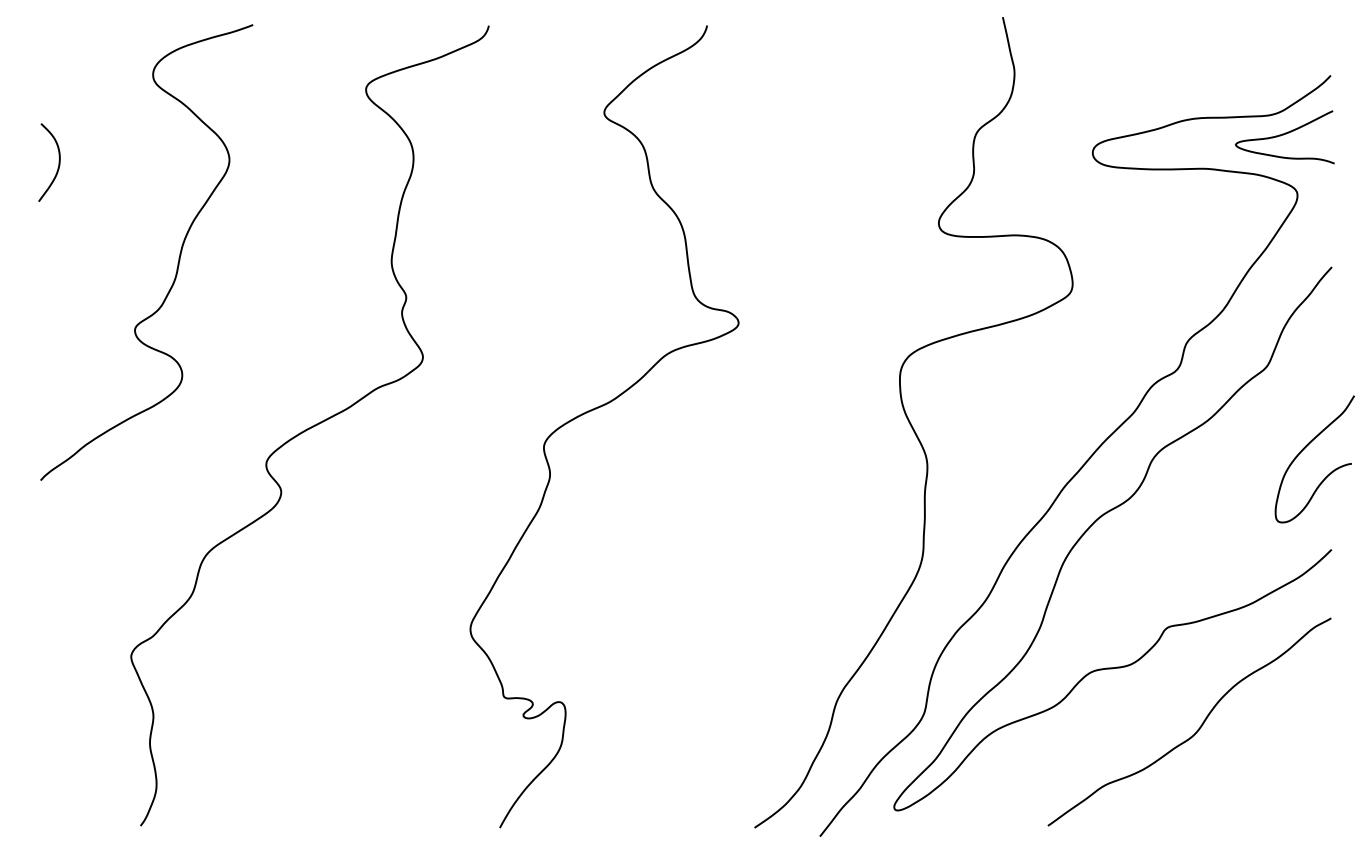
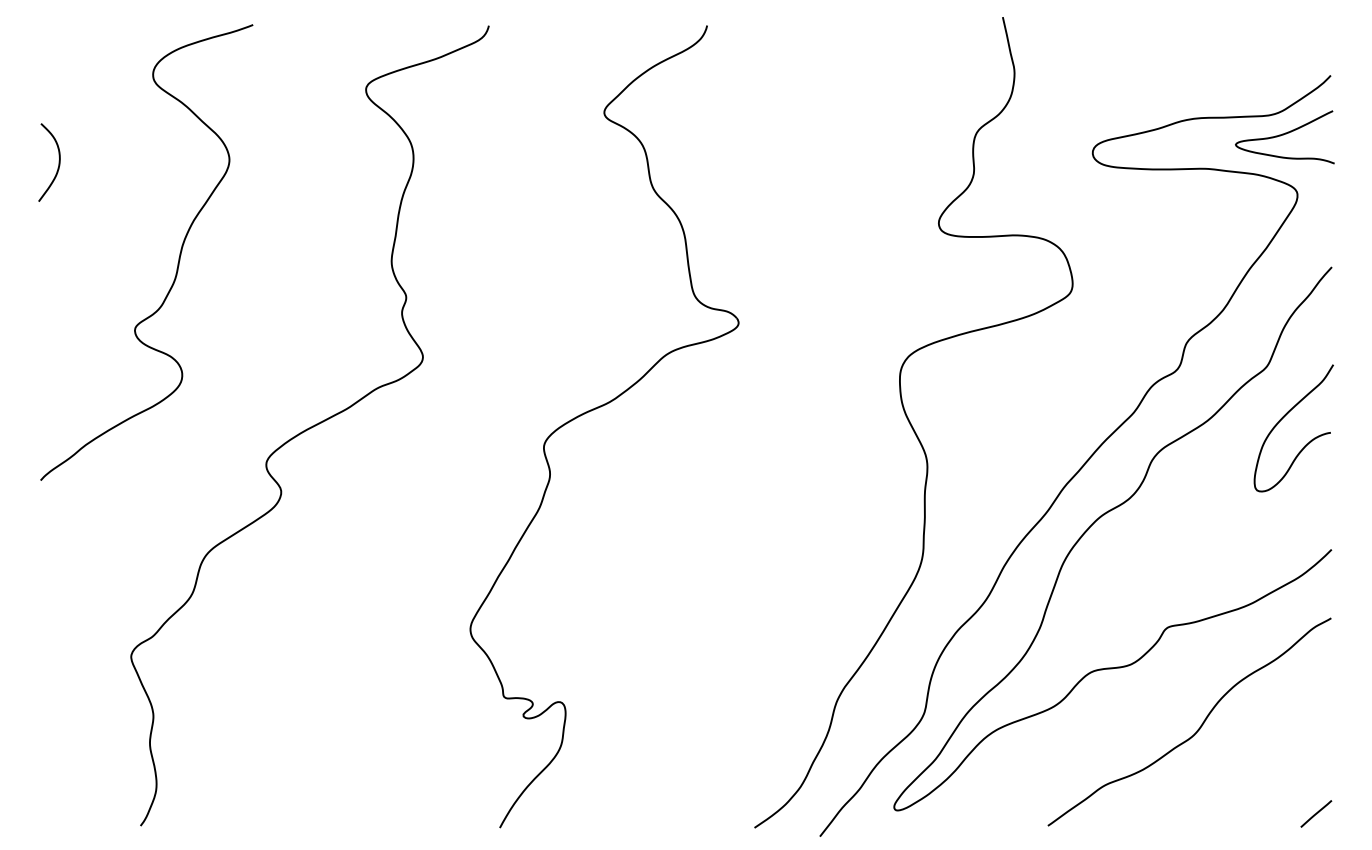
curve at (1304, 449) position: (1304, 449) -> (1283, 418)
line at (1316, 813): none -> present
